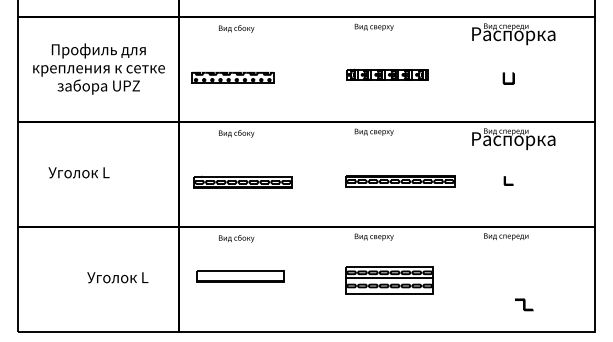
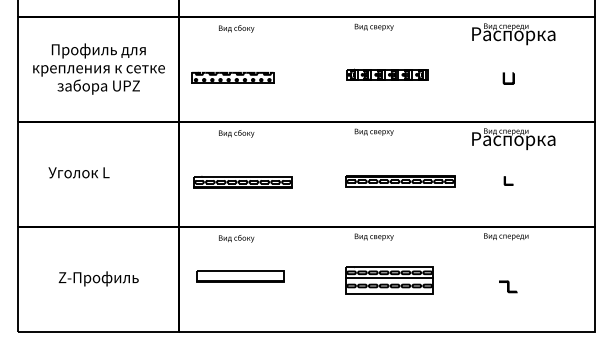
text at (103, 278): ^IУголок L -> Z-Профиль
part at (524, 304) position: (524, 304) -> (508, 286)
